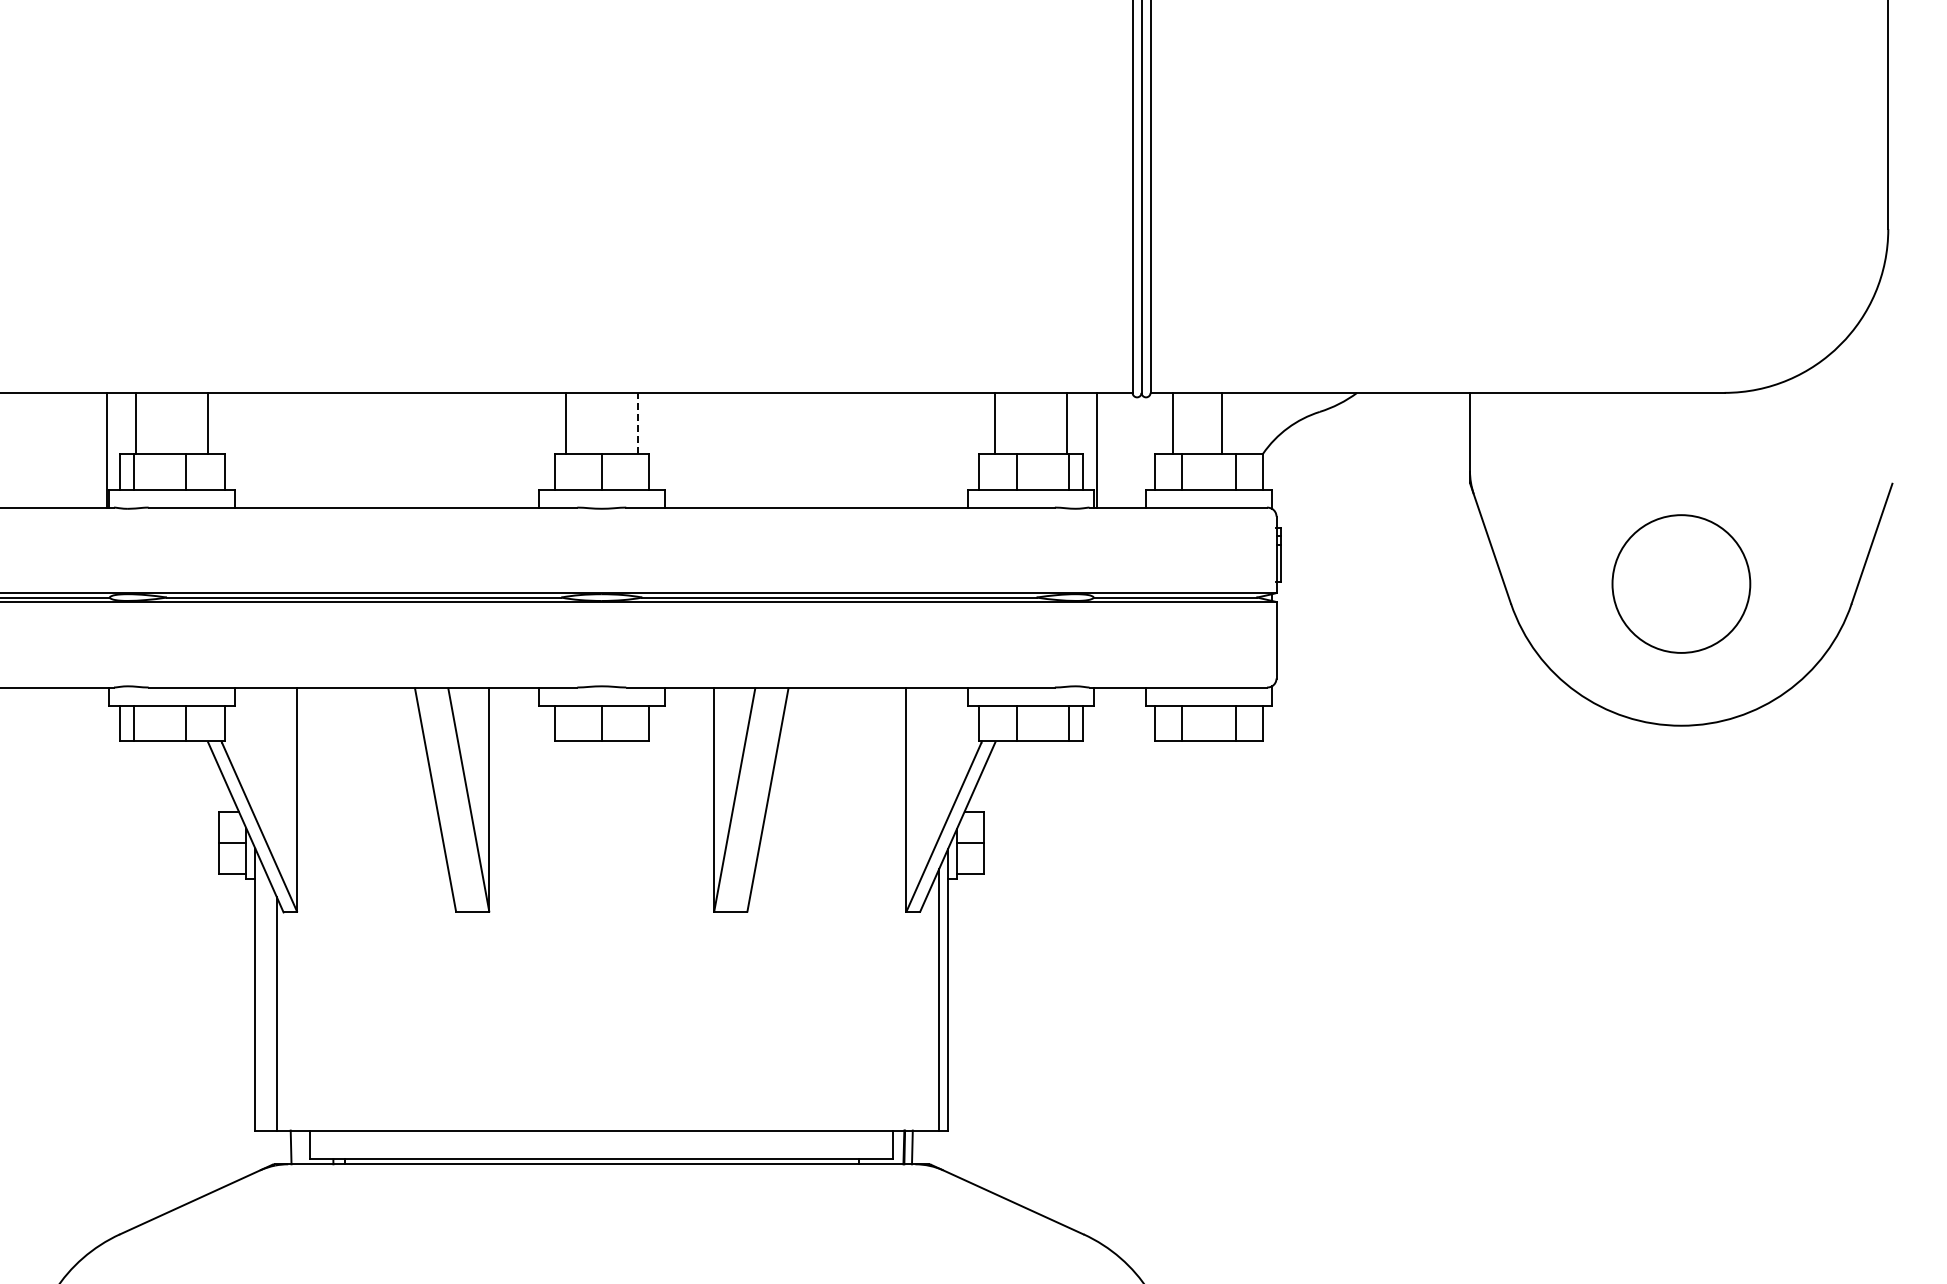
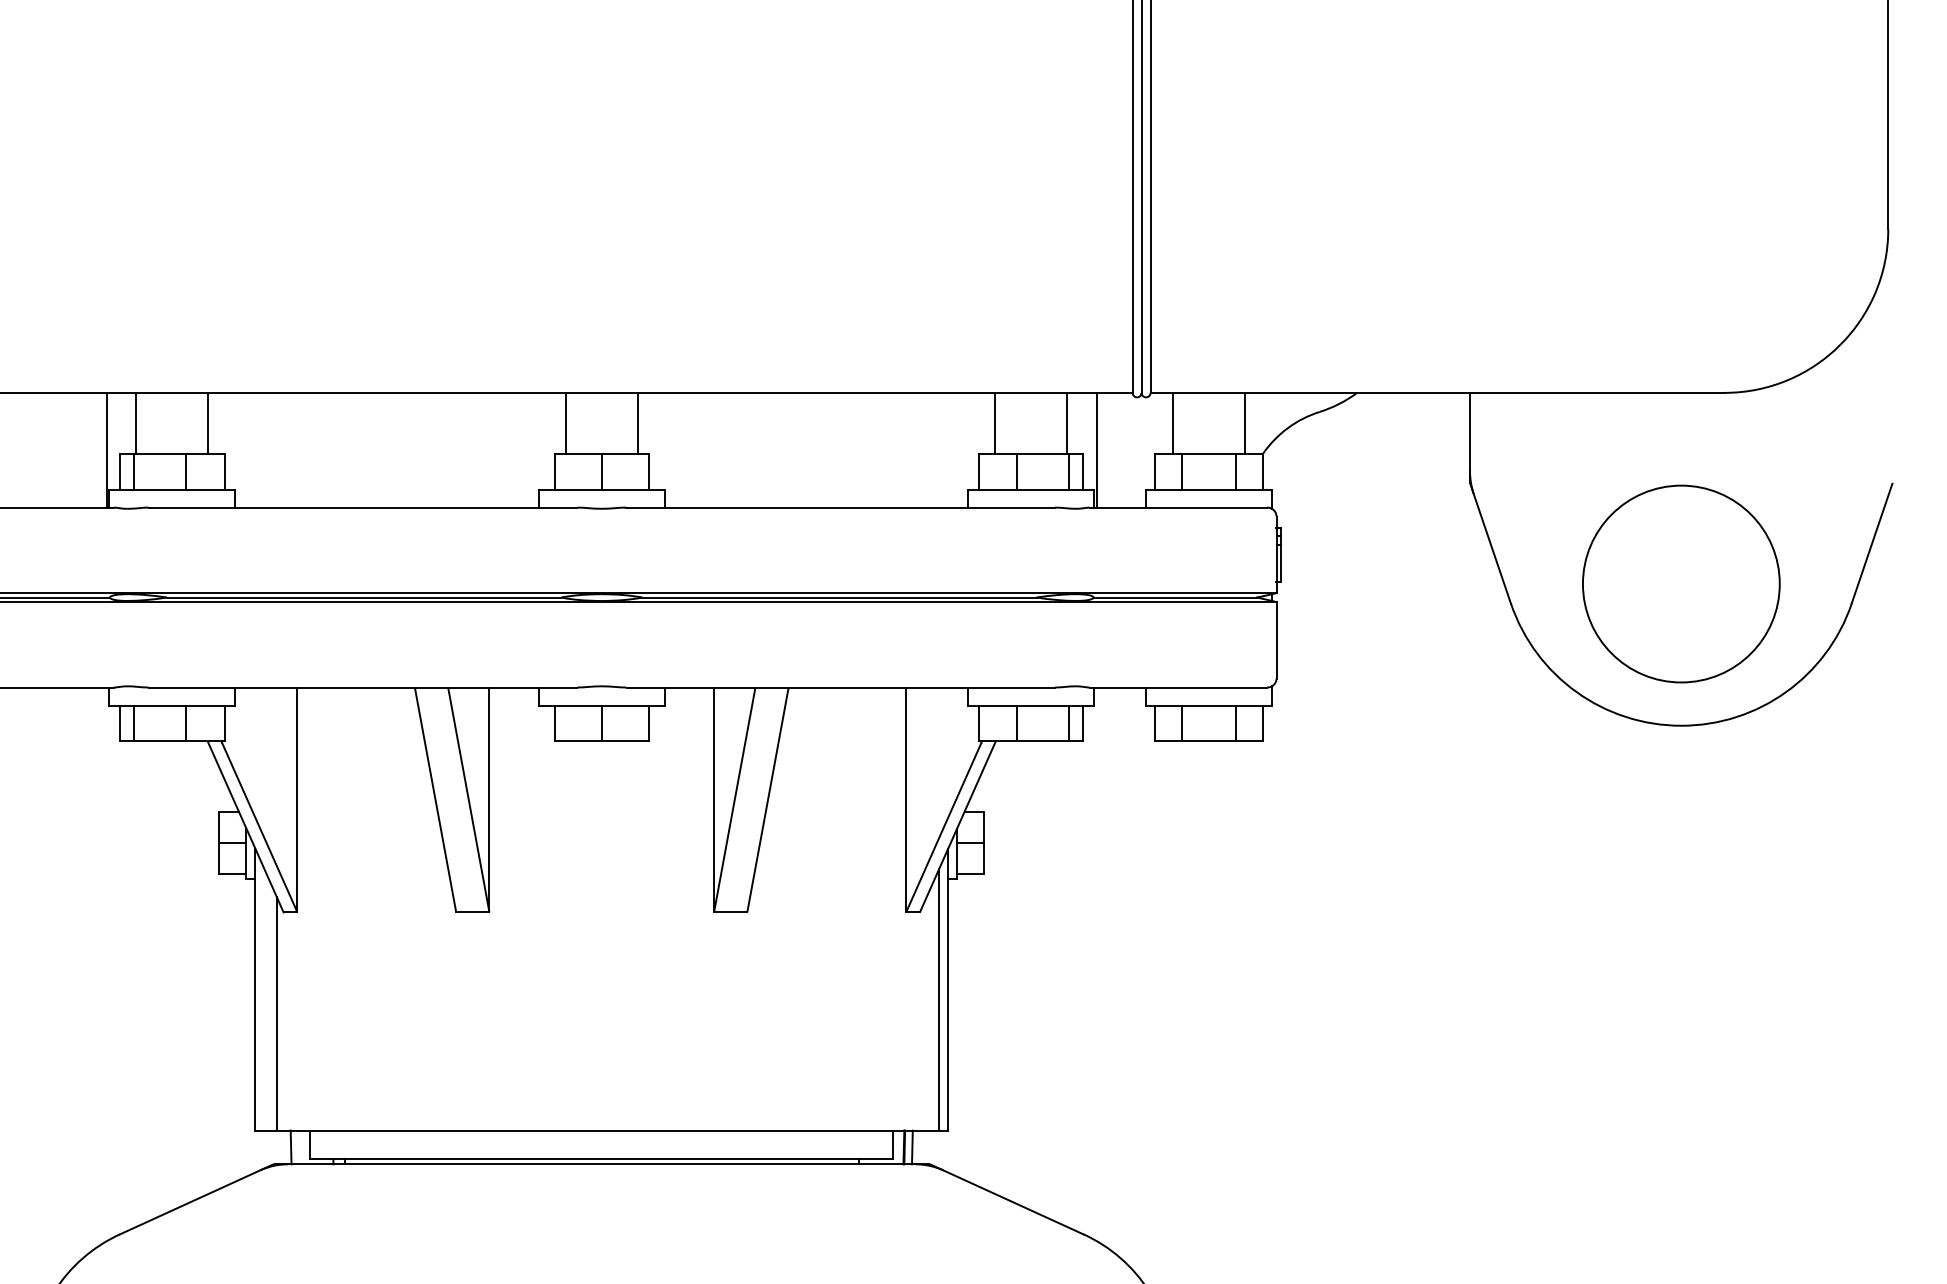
line at (637, 422): dashed -> solid
line at (1222, 422) position: (1222, 422) -> (1245, 422)
circle at (1681, 583) size: 141x140 px -> 199x200 px
